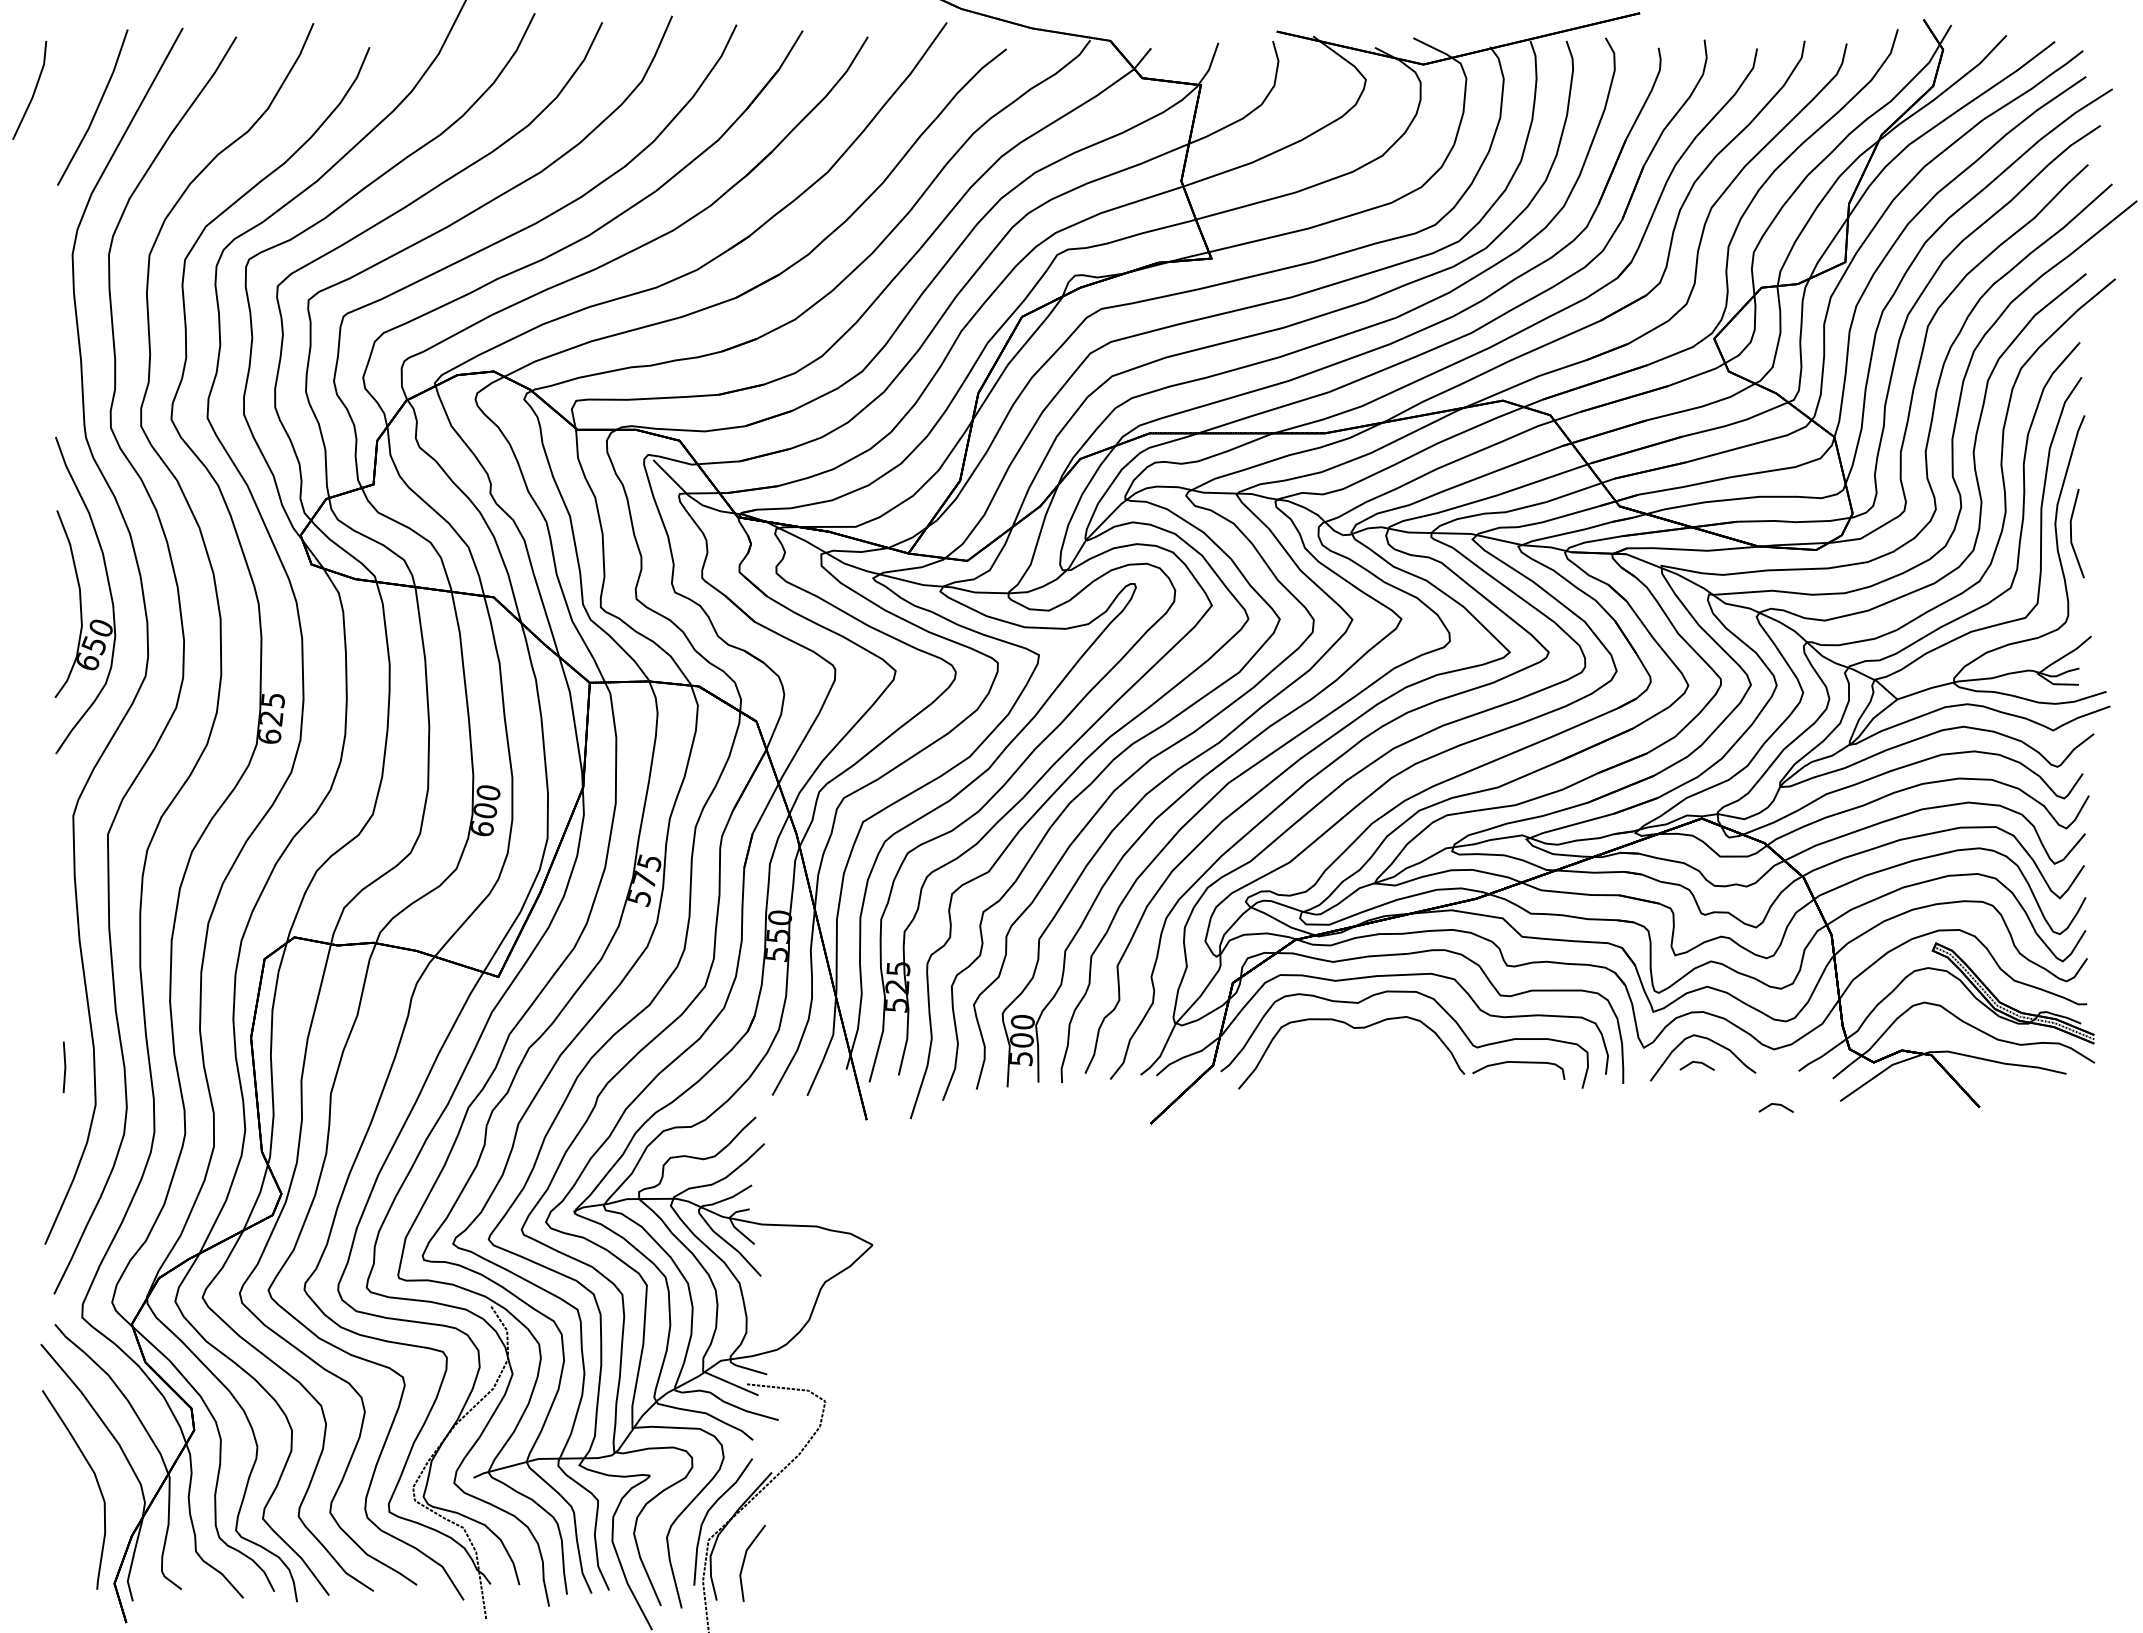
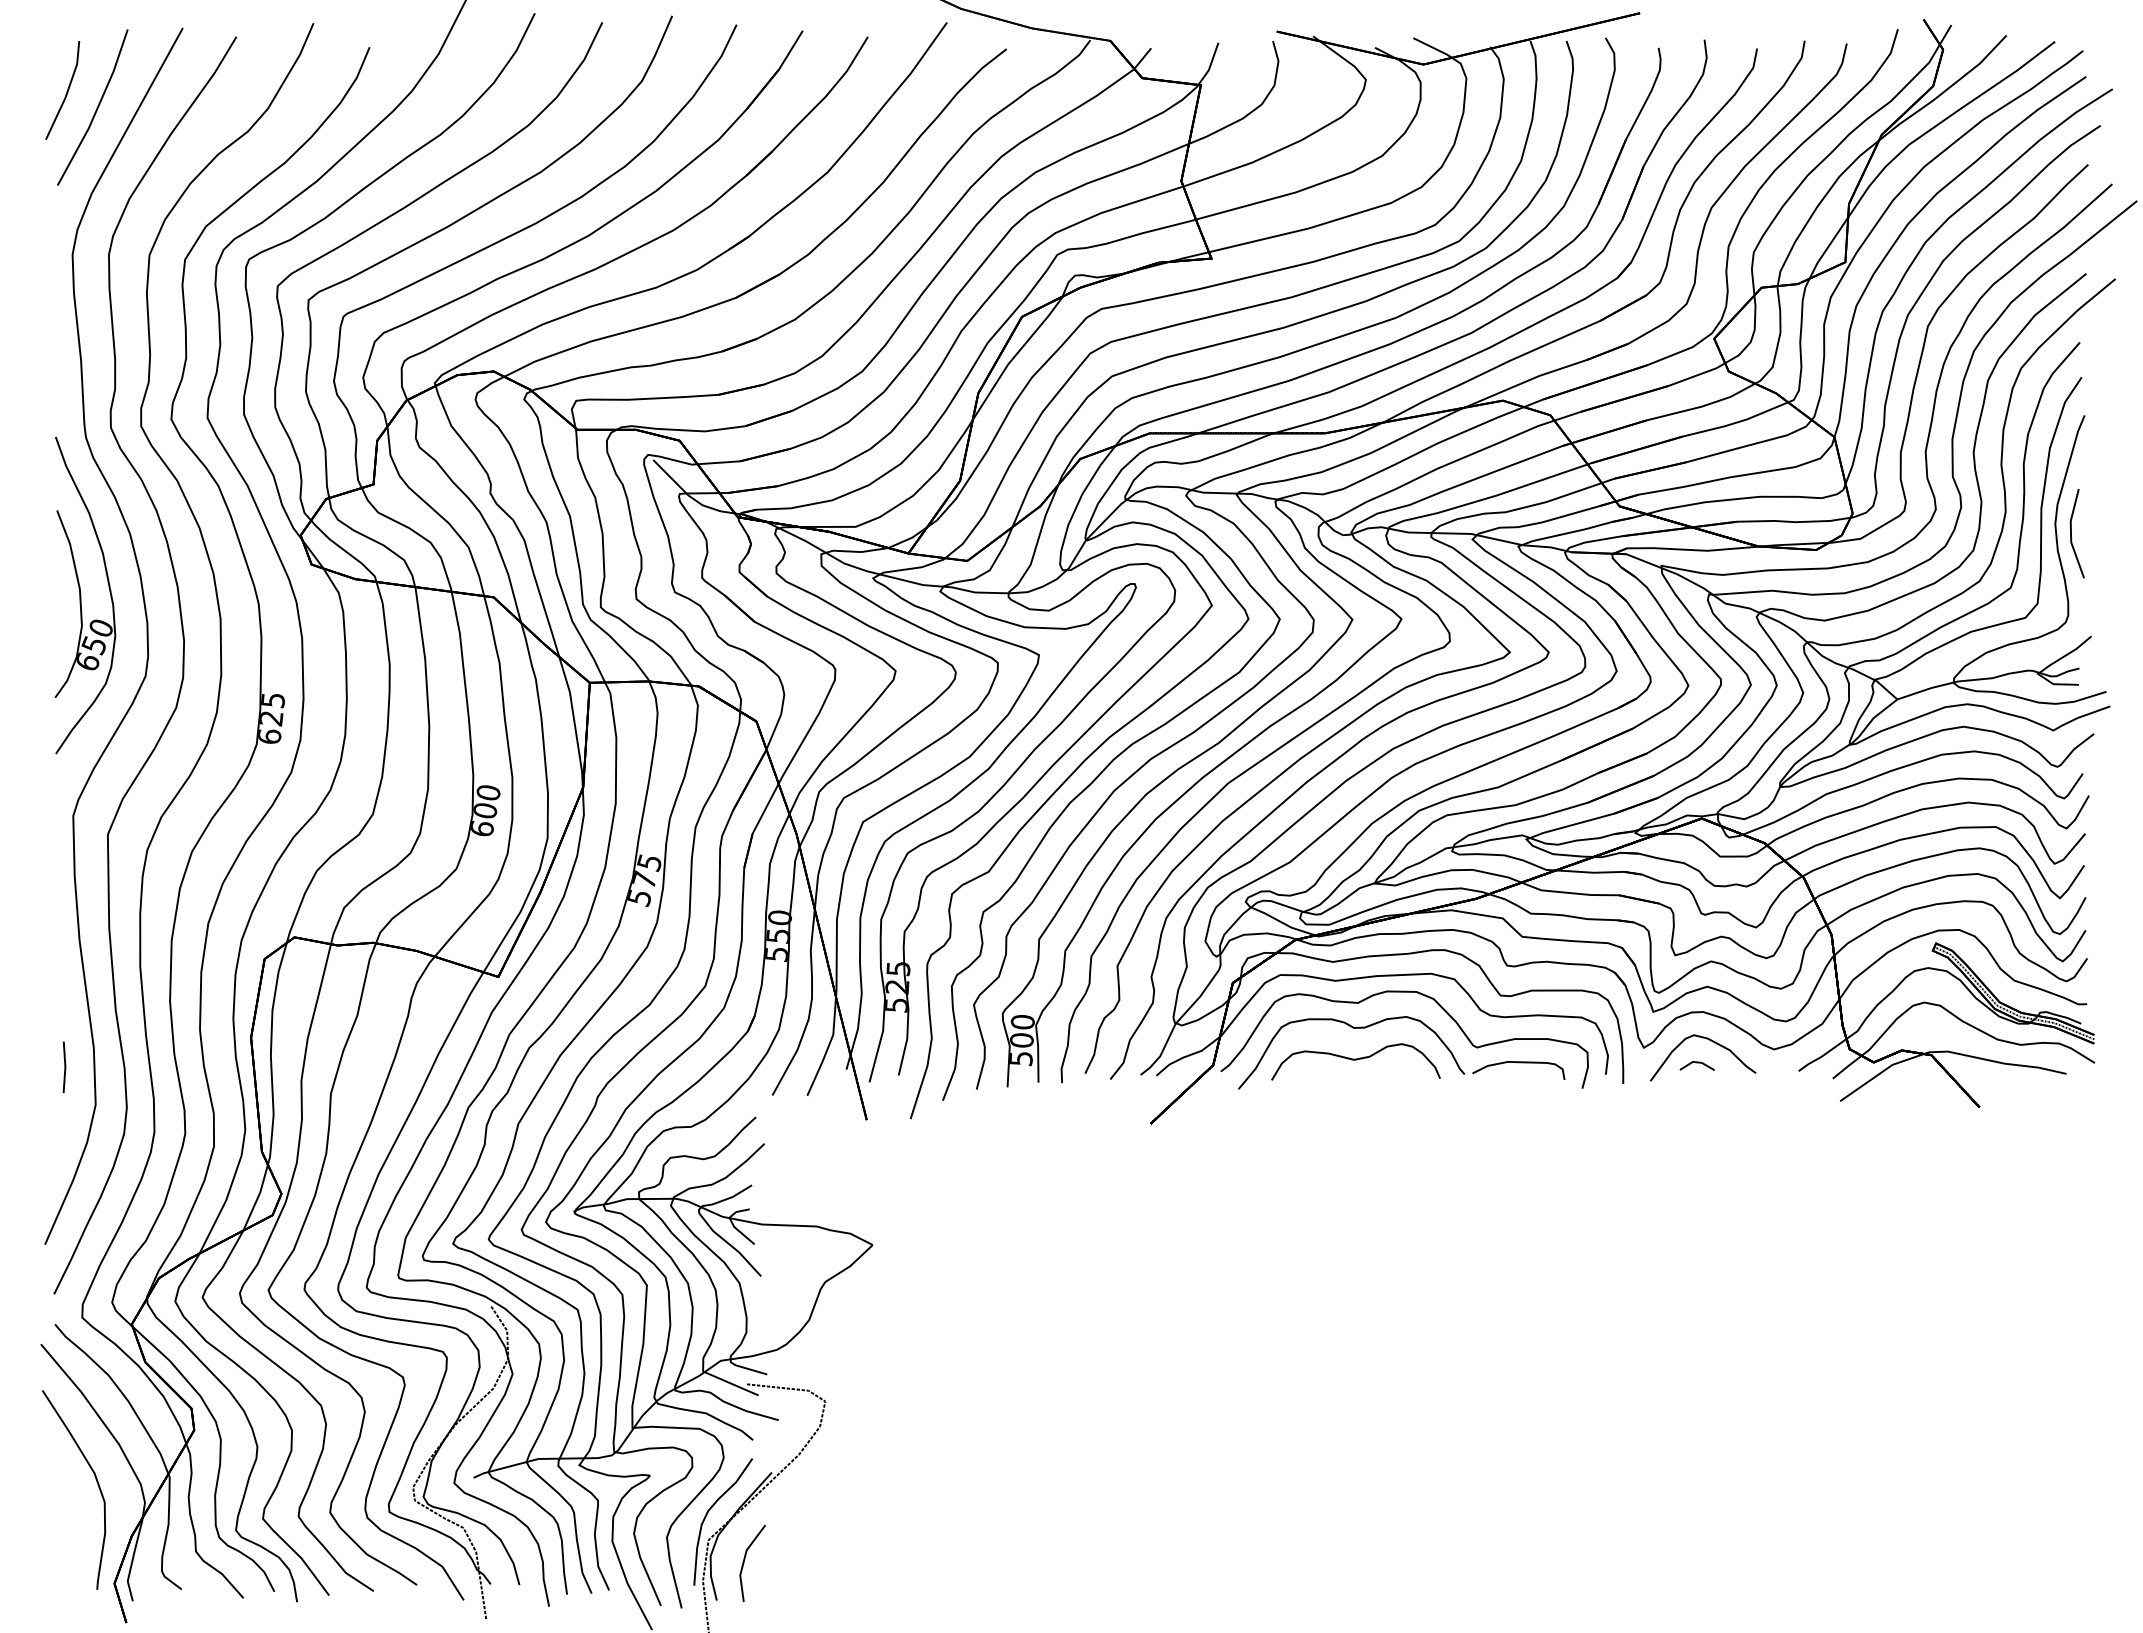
line at (33, 91) position: (33, 91) -> (66, 91)
curve at (1355, 1060): none -> present
line at (1775, 1105): present -> none
